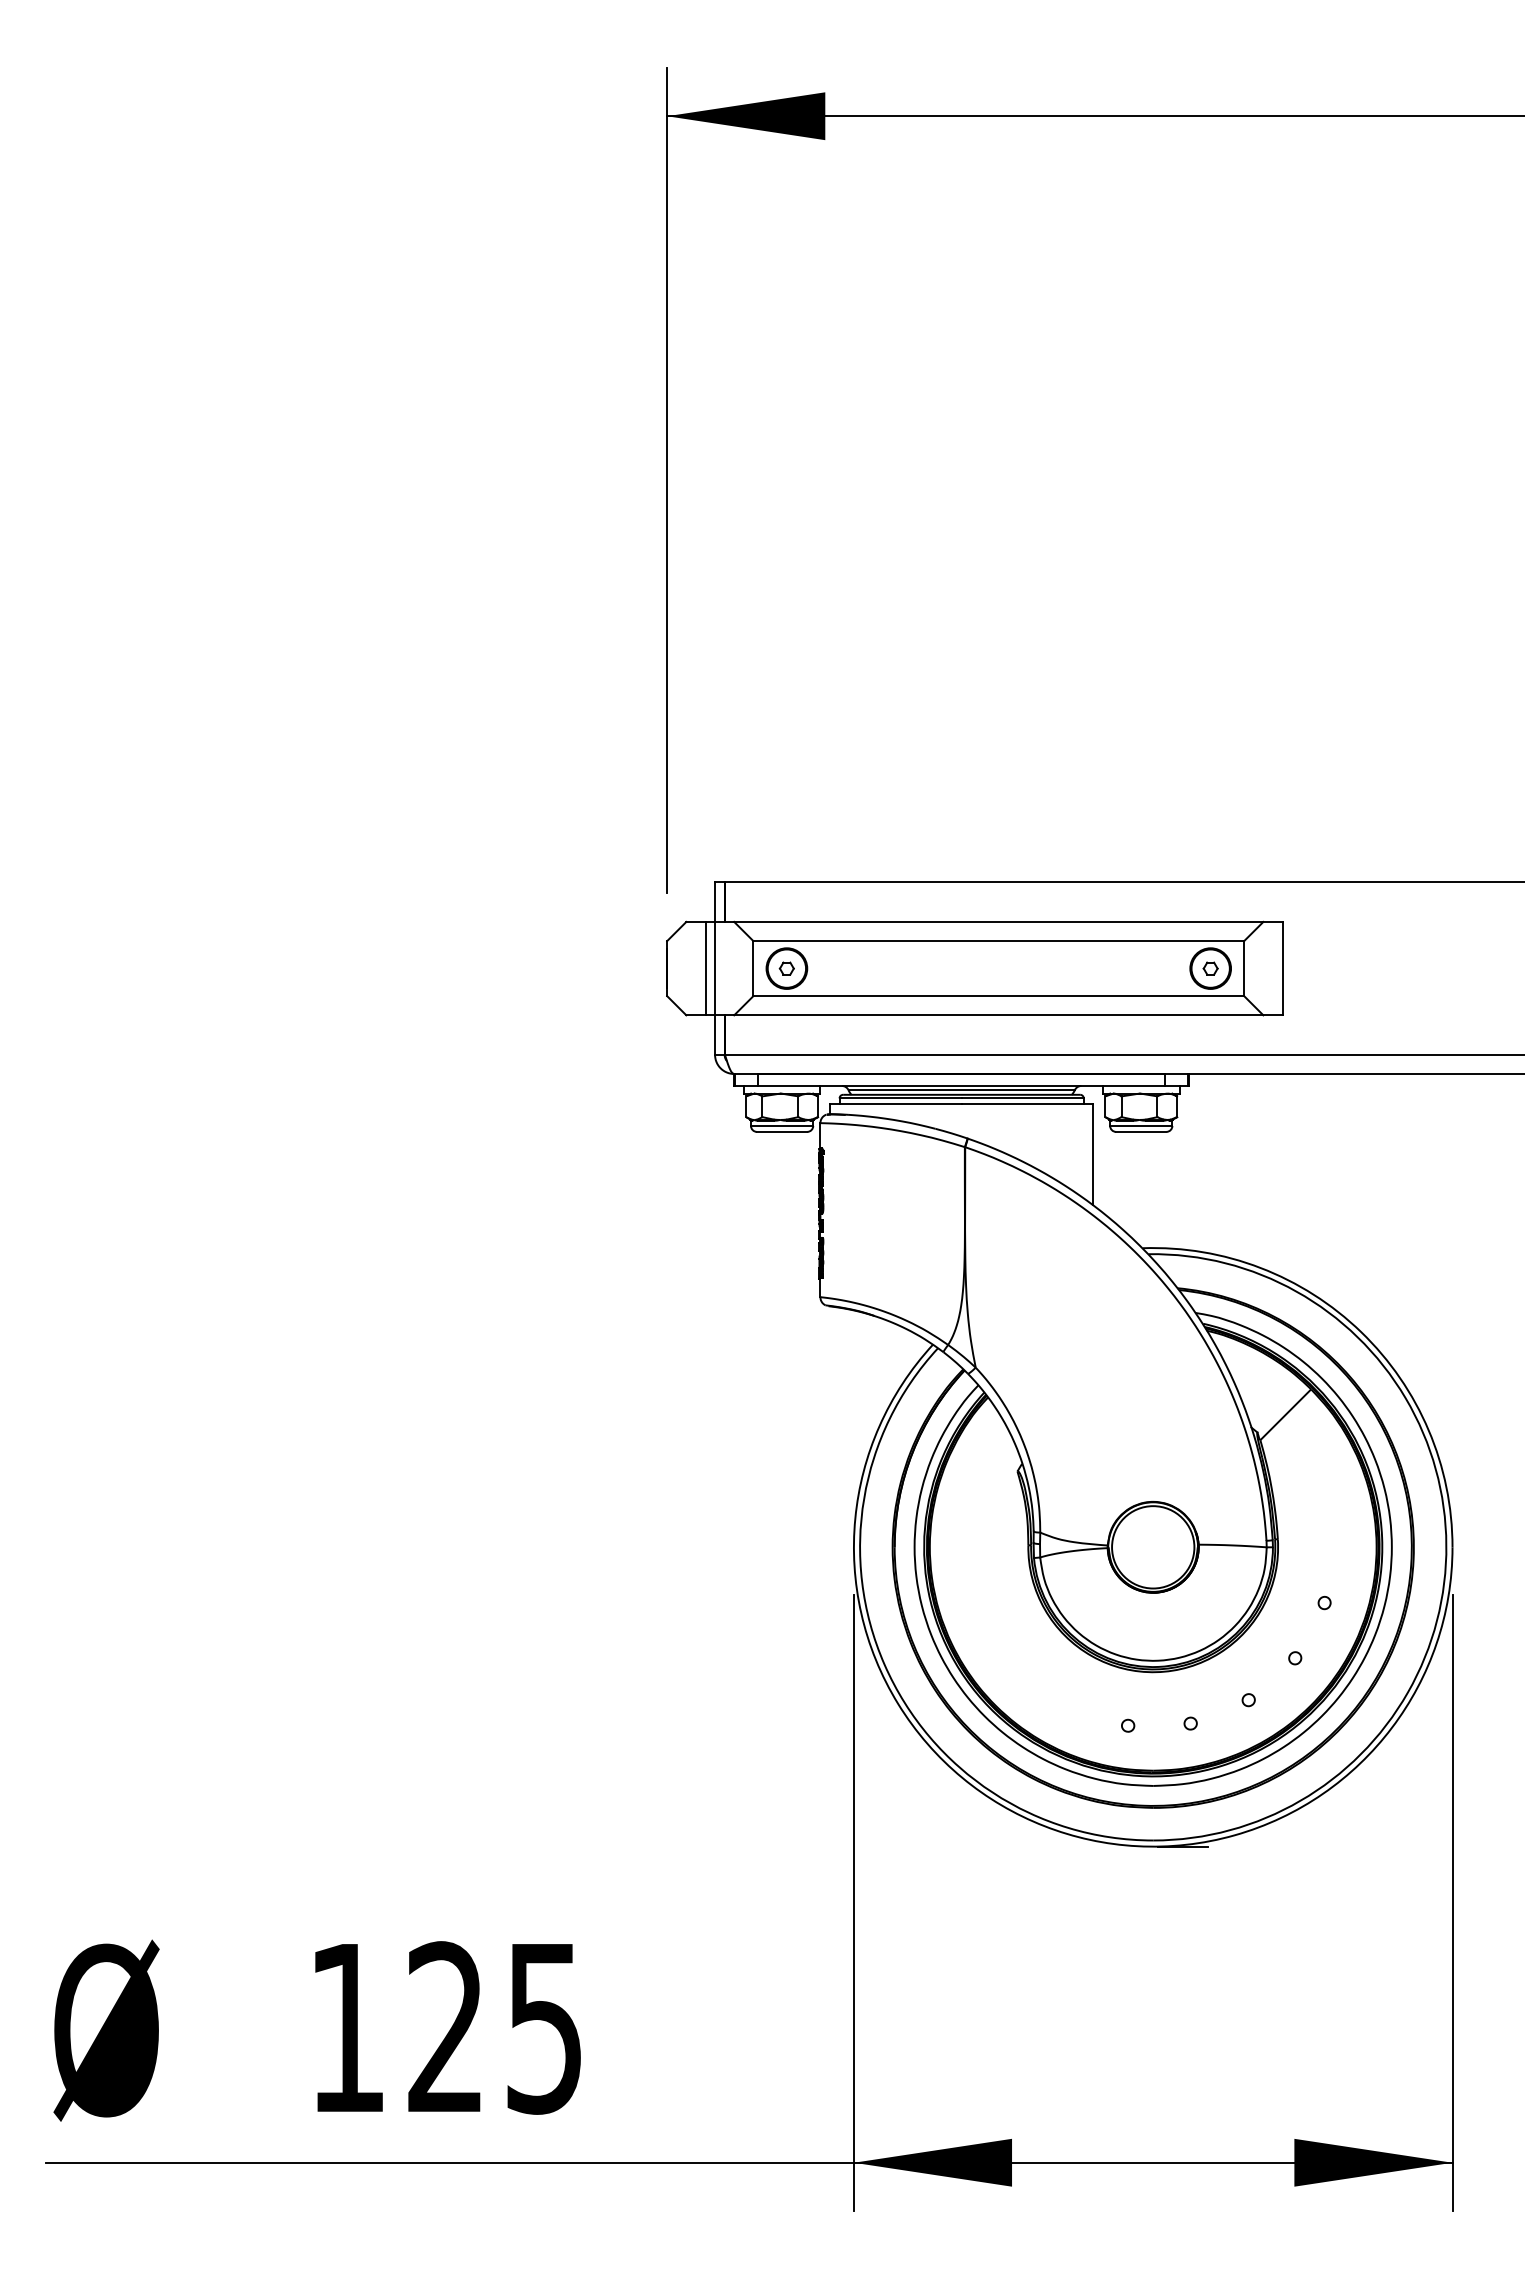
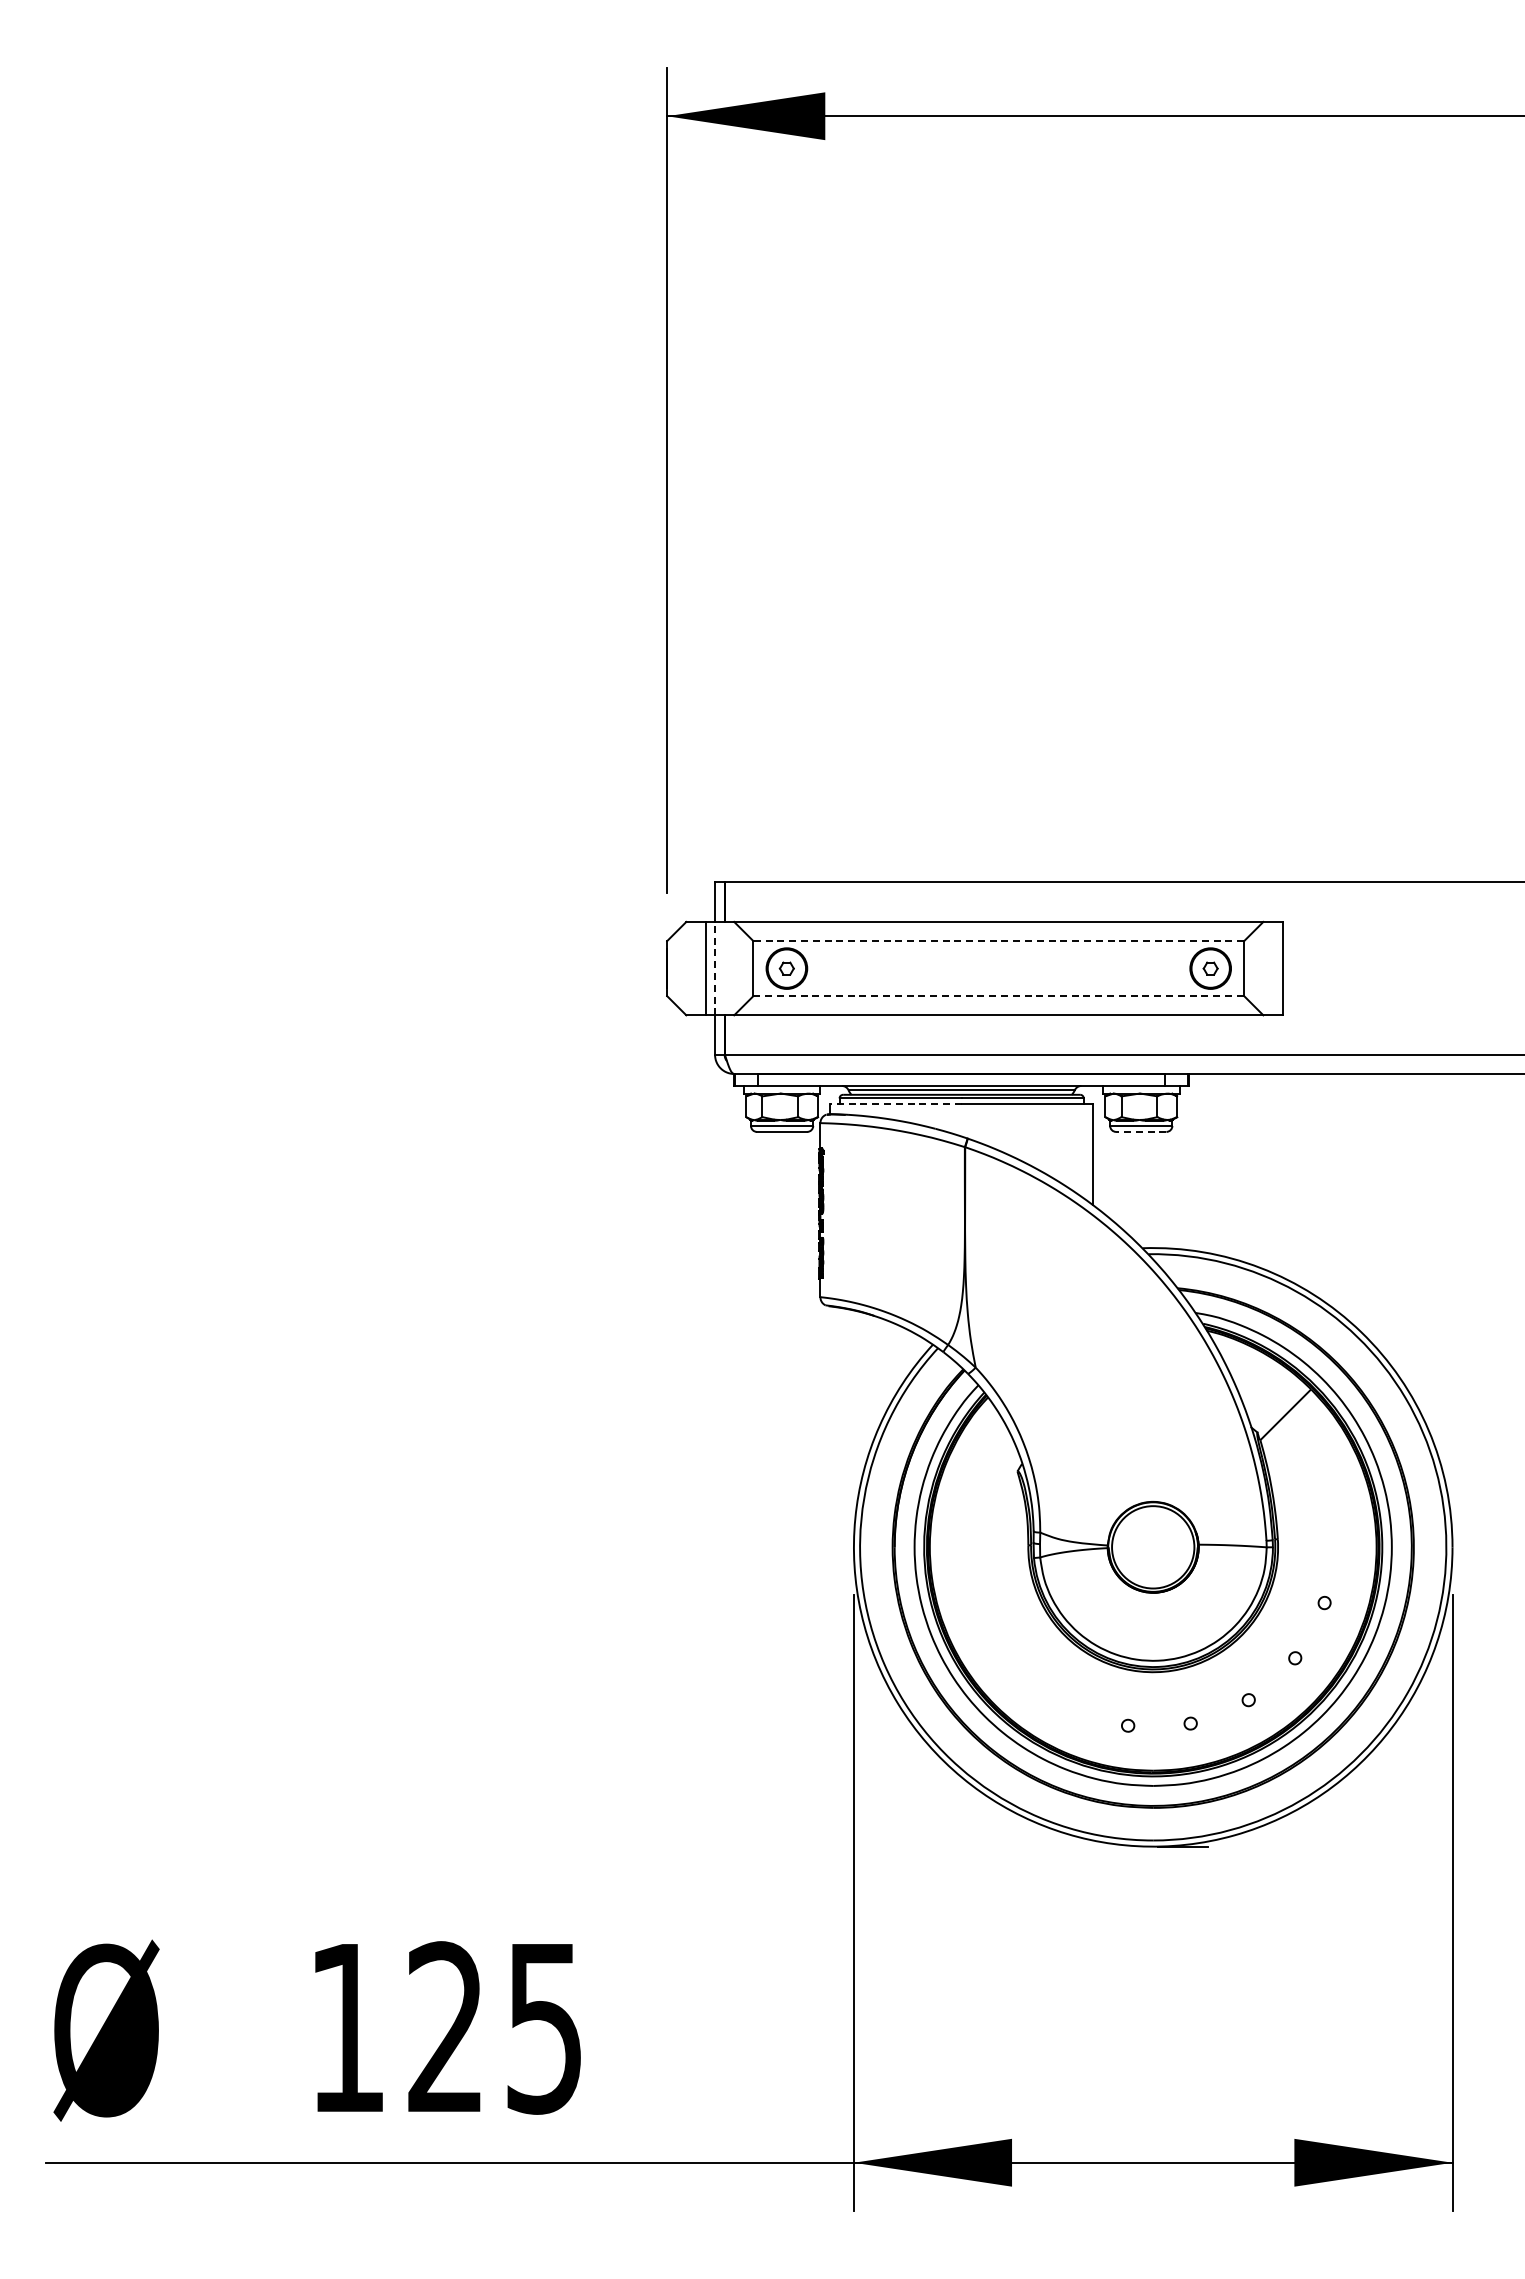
line at (998, 941): solid -> dashed
line at (715, 968): solid -> dashed
line at (999, 996): solid -> dashed
line at (895, 1104): solid -> dashed
line at (1140, 1131): solid -> dashed
